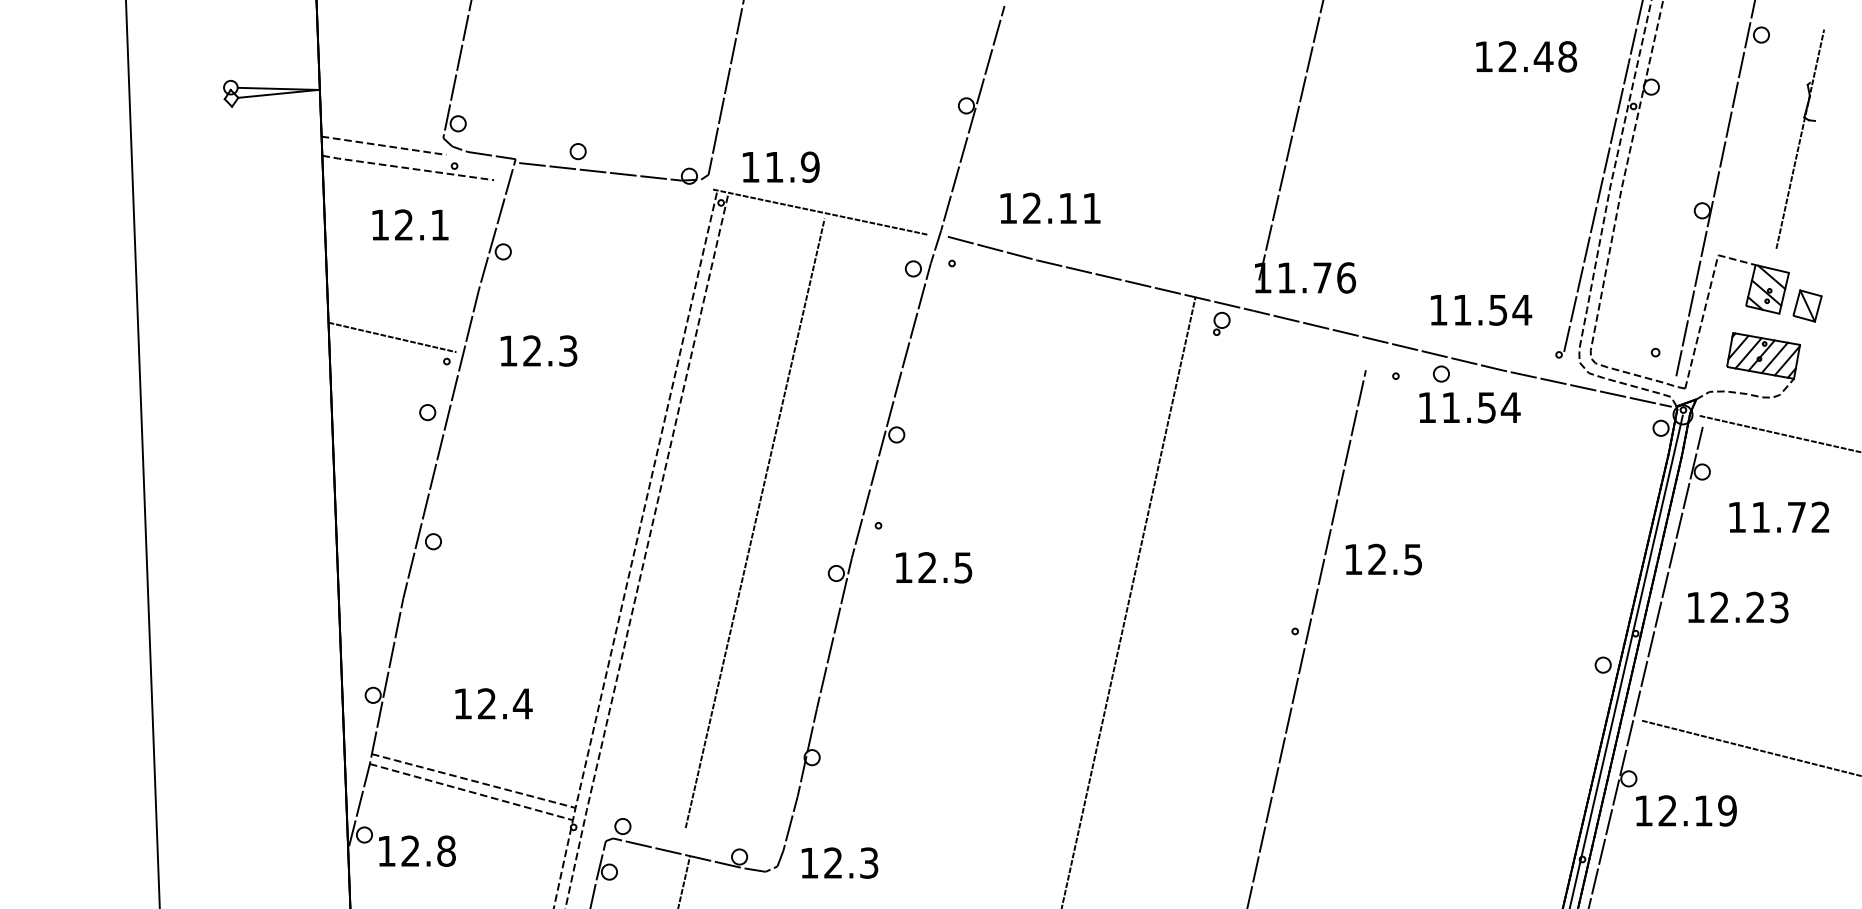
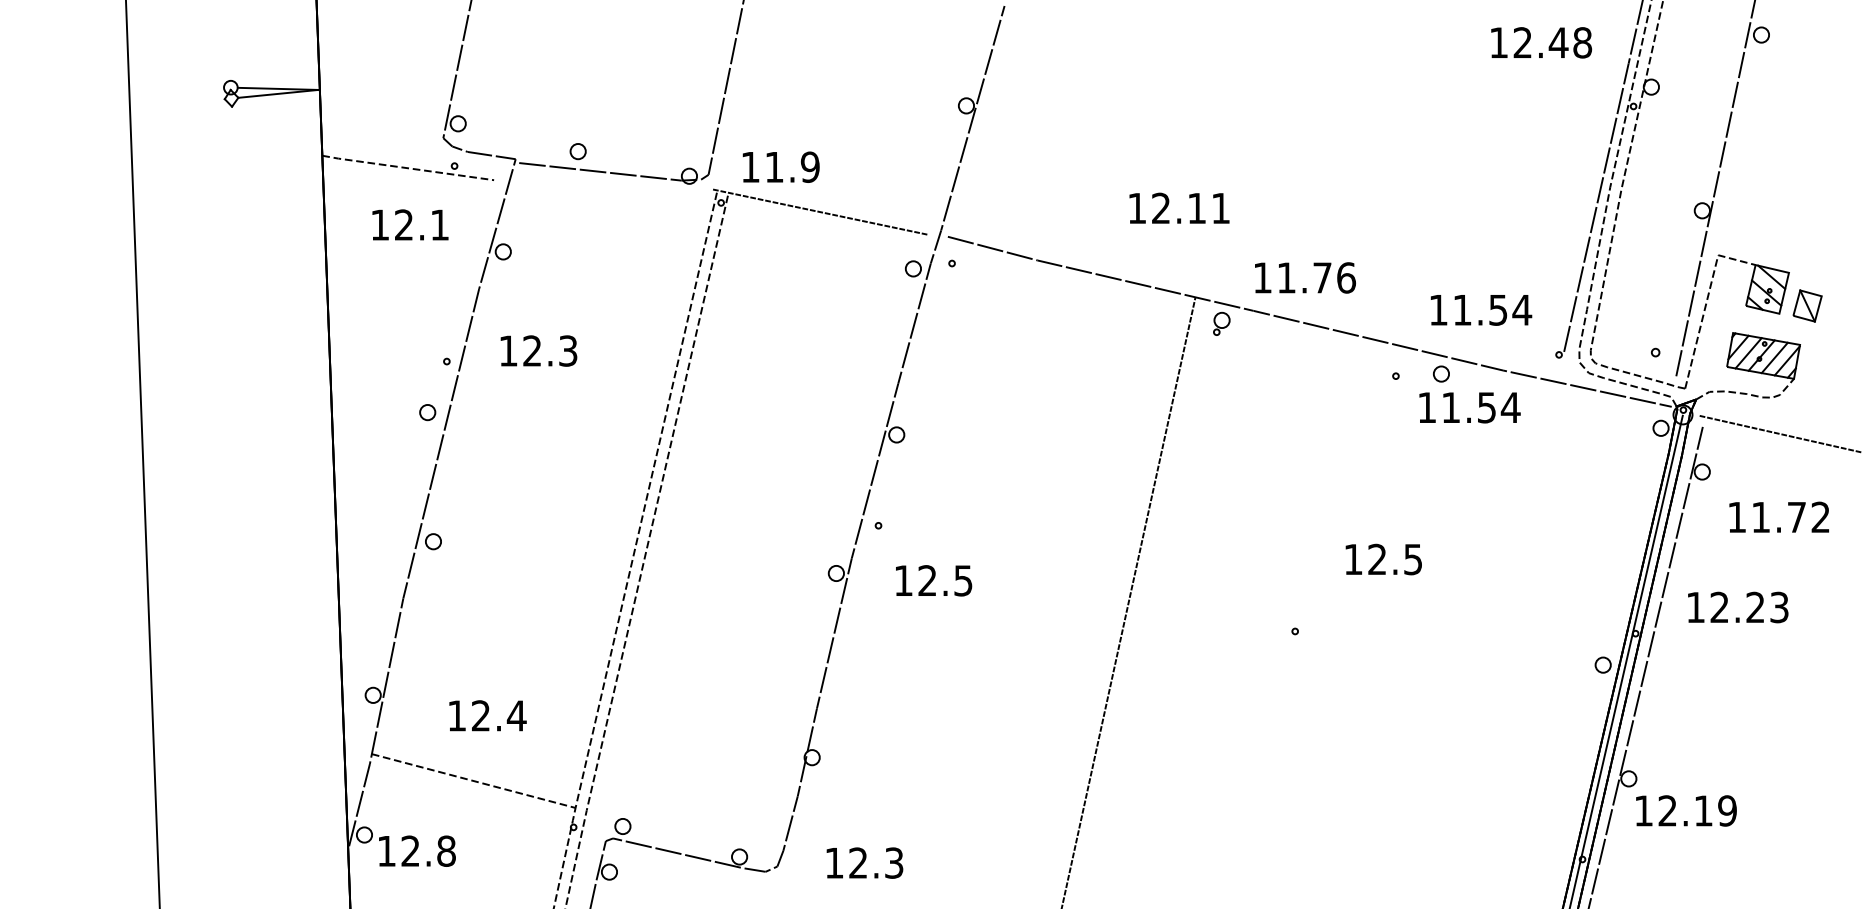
text at (1526, 56) position: (1526, 56) -> (1541, 42)
part at (1799, 138): present -> none
line at (1290, 141): present -> none
line at (383, 145): present -> none
text at (1050, 207) position: (1050, 207) -> (1179, 207)
line at (392, 337): present -> none
line at (754, 523): present -> none
text at (934, 567) position: (934, 567) -> (934, 580)
line at (1306, 637): present -> none
text at (493, 703) position: (493, 703) -> (487, 715)
line at (1750, 747): present -> none
line at (470, 792): present -> none
text at (839, 862) position: (839, 862) -> (864, 862)
line at (684, 880): present -> none
